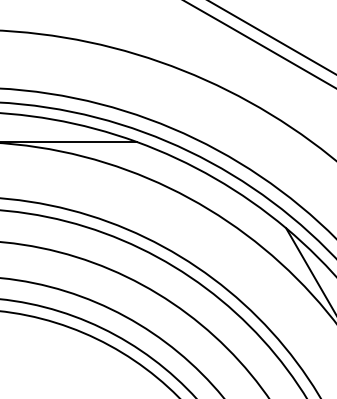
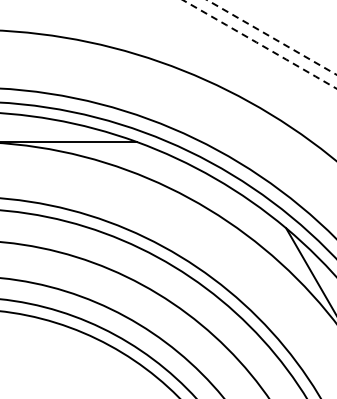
line at (272, 37): solid -> dashed
arc at (260, 44): solid -> dashed
